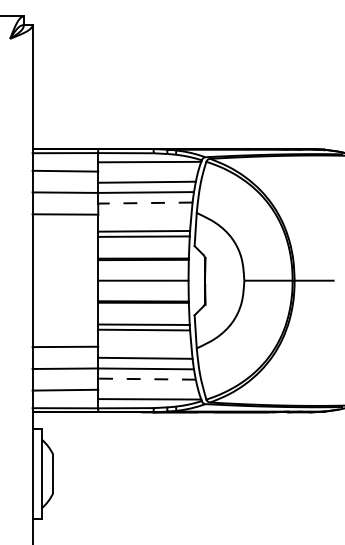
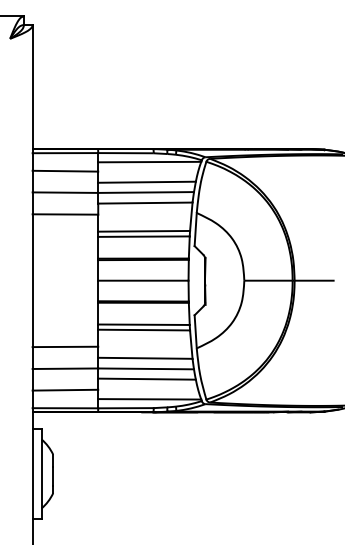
line at (144, 203): dashed -> solid
line at (147, 379): dashed -> solid
